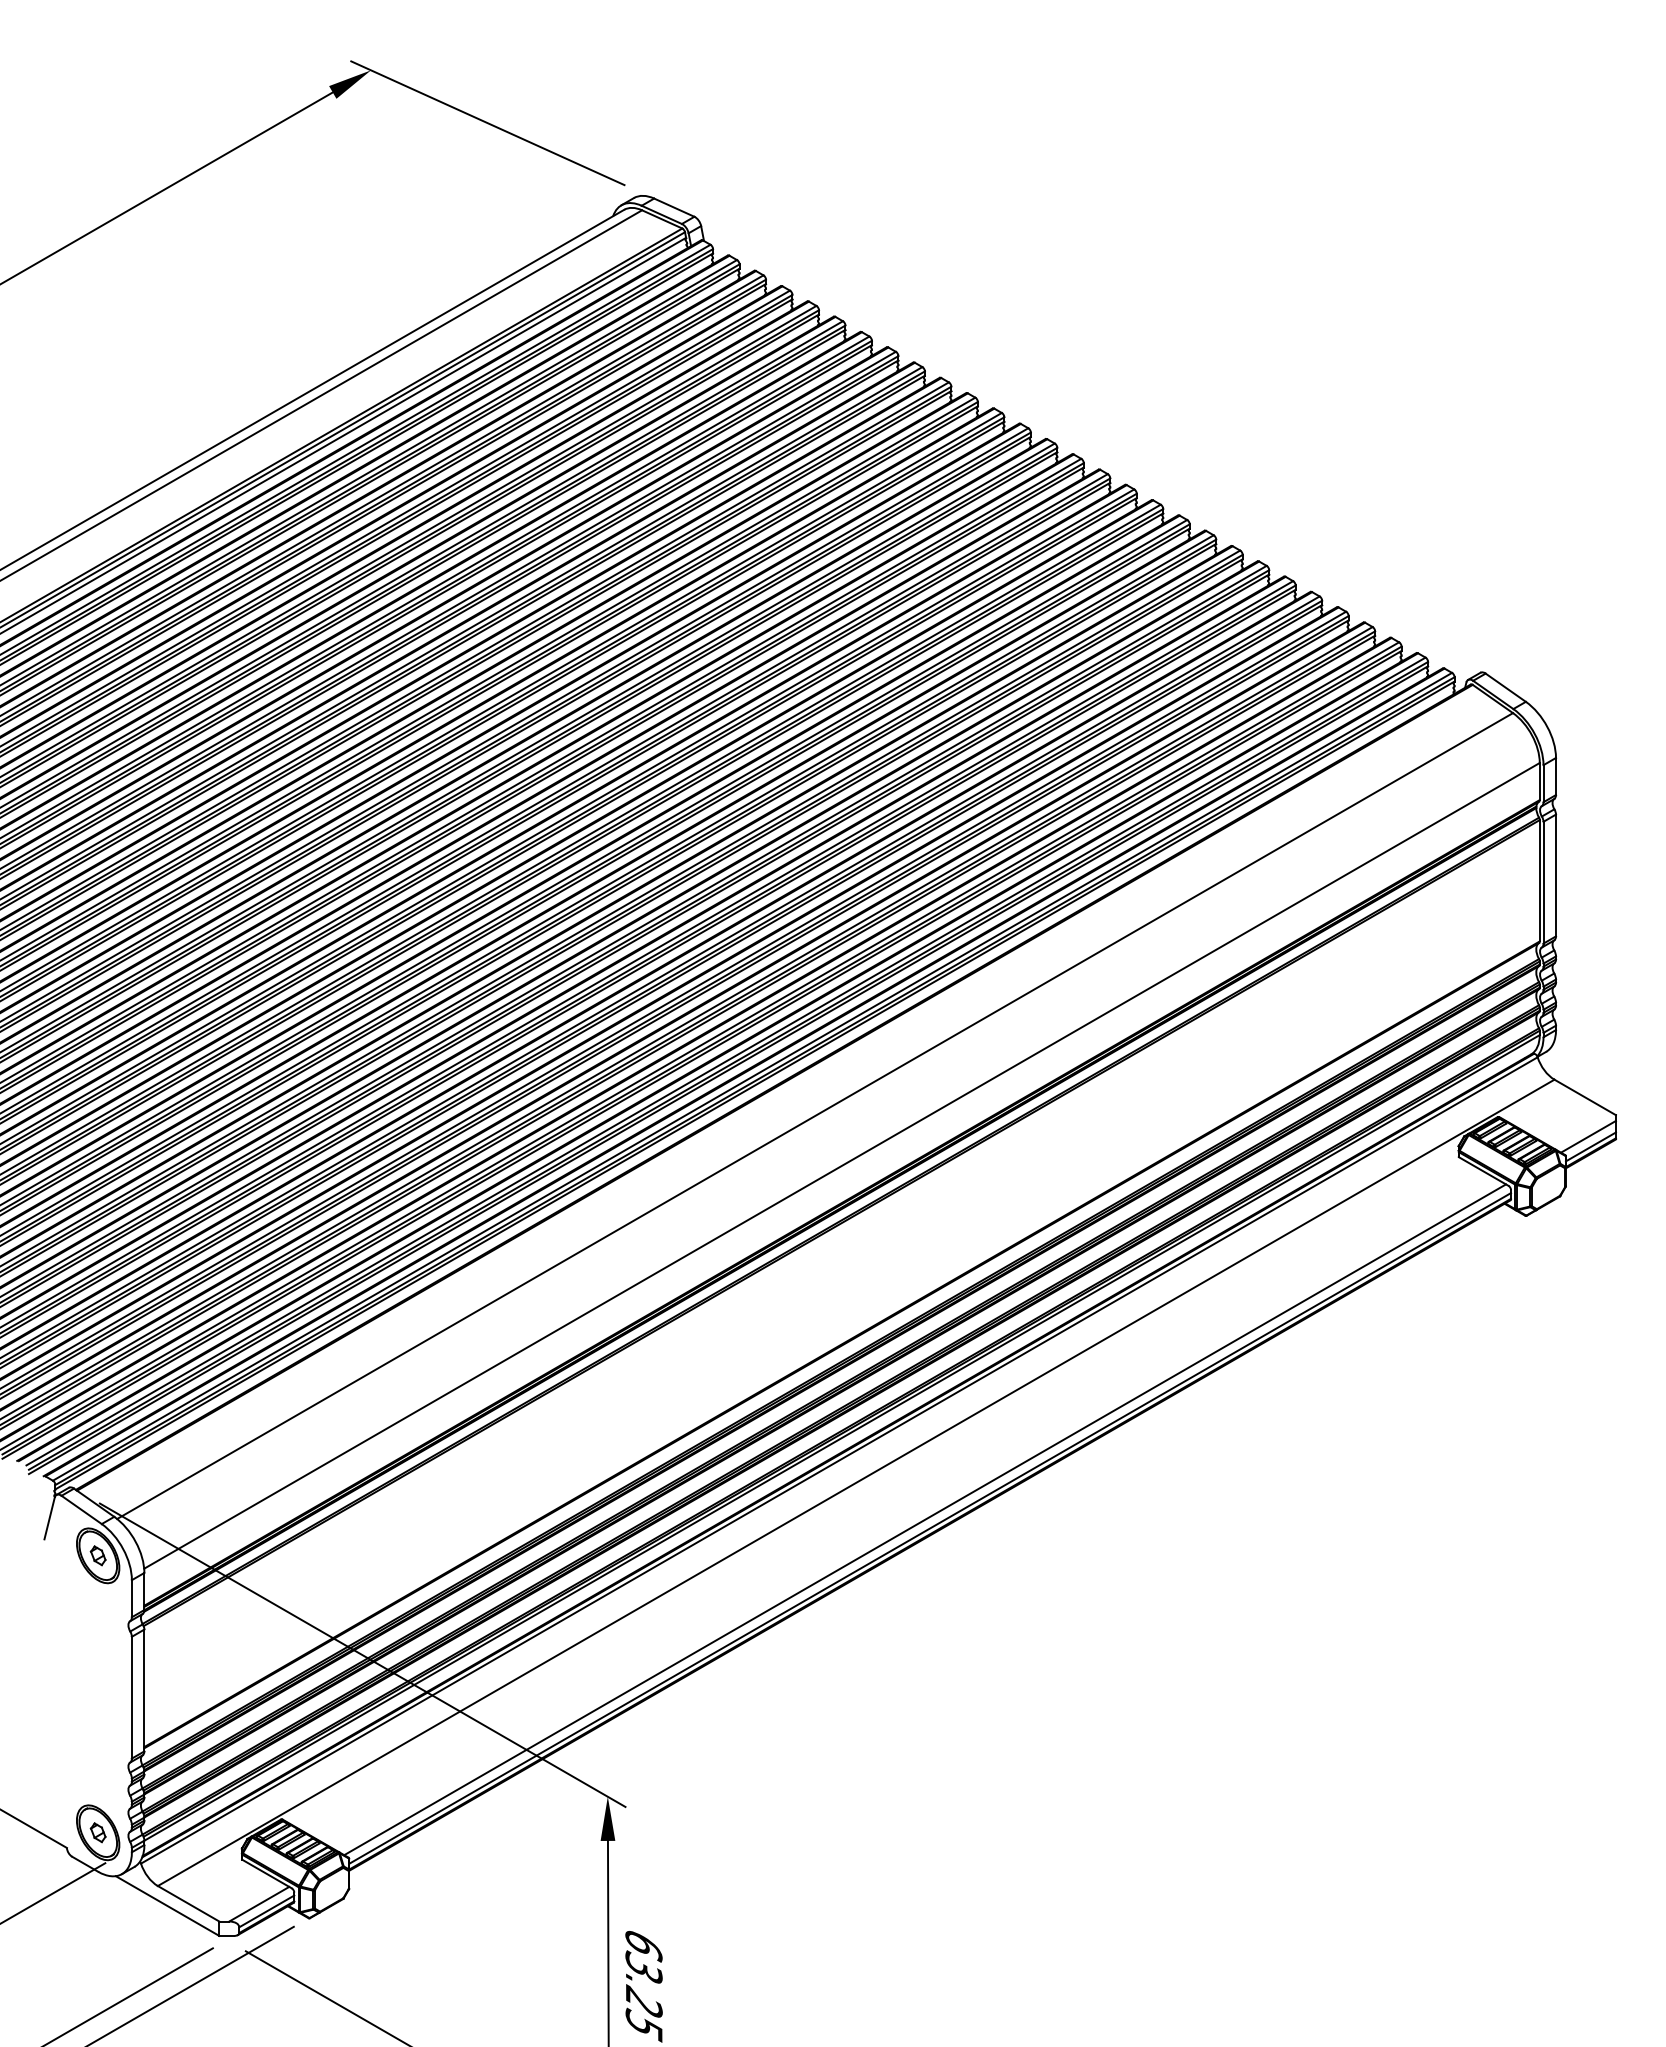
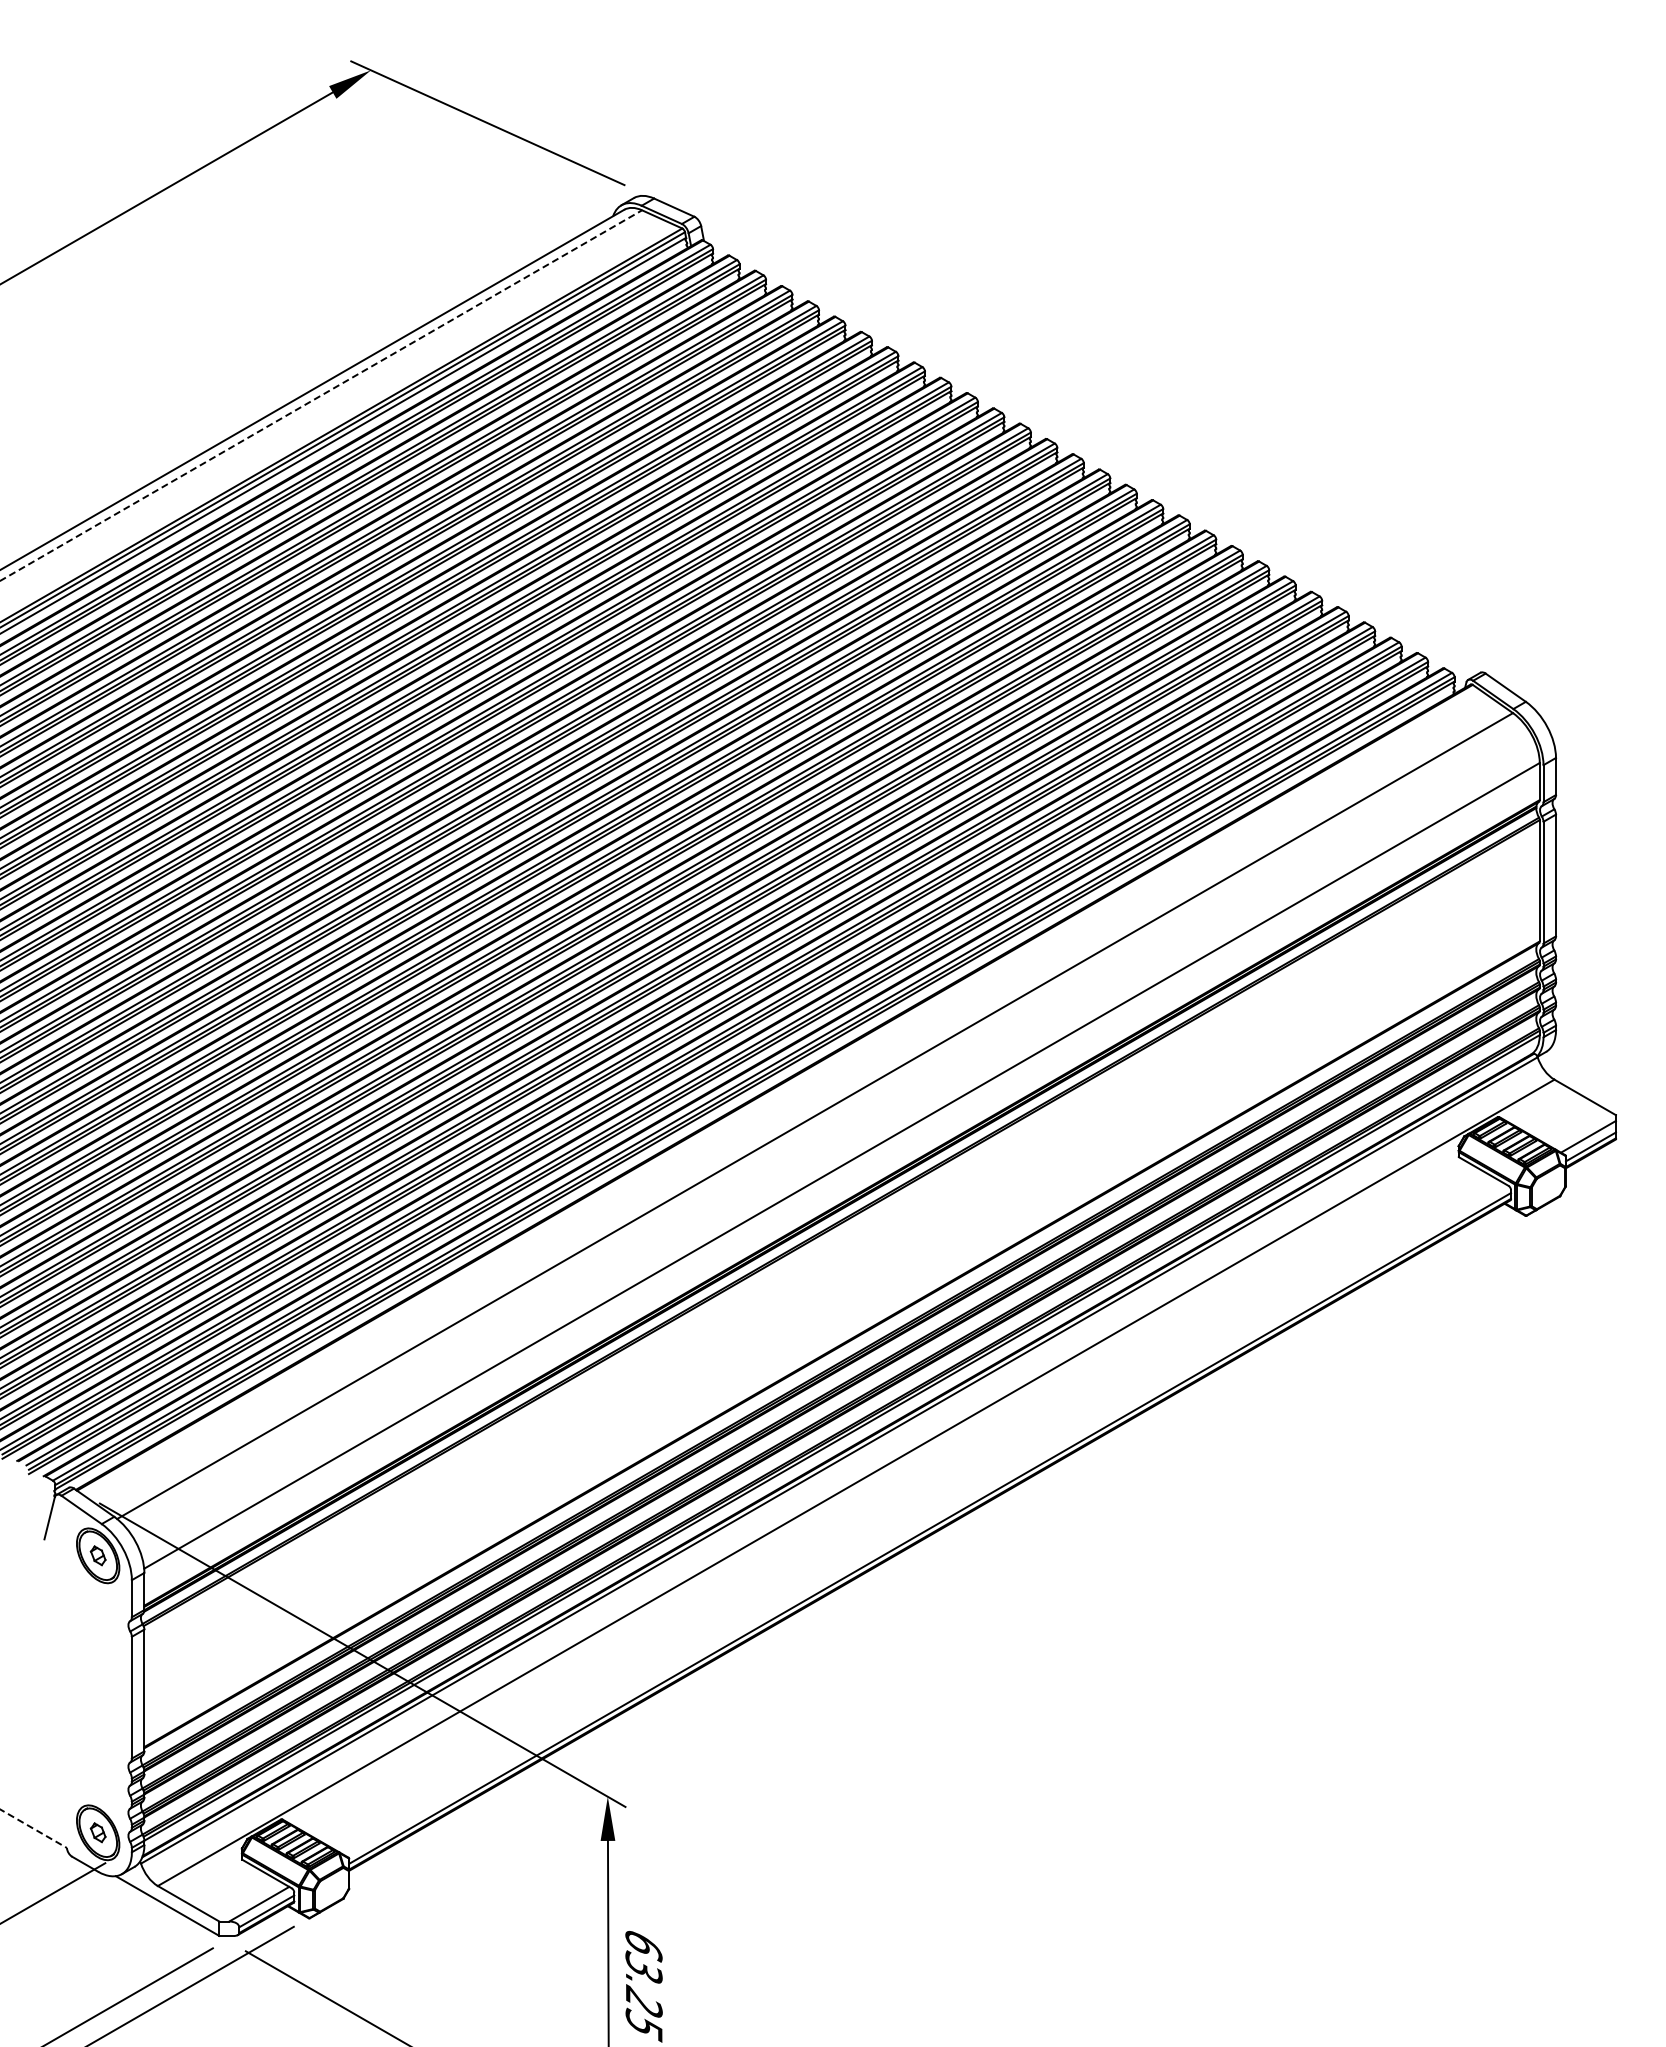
line at (321, 395): solid -> dashed
line at (925, 1519): present -> none
line at (34, 1828): solid -> dashed
